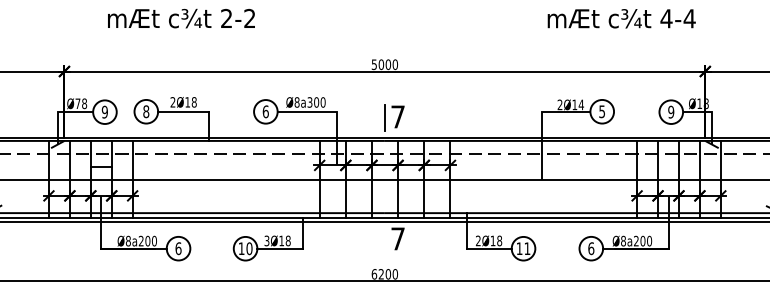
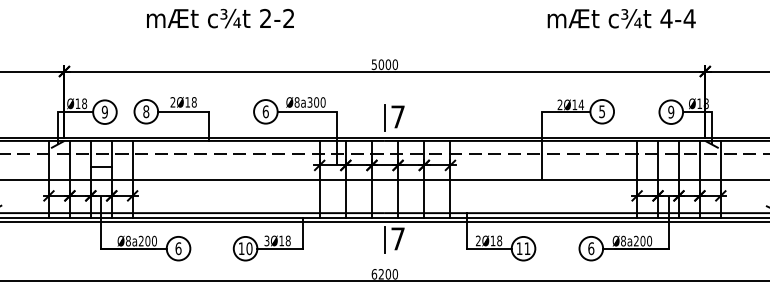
text at (181, 18) position: (181, 18) -> (220, 18)
text at (77, 103): Ø78 -> Ø18
line at (384, 239): none -> present
